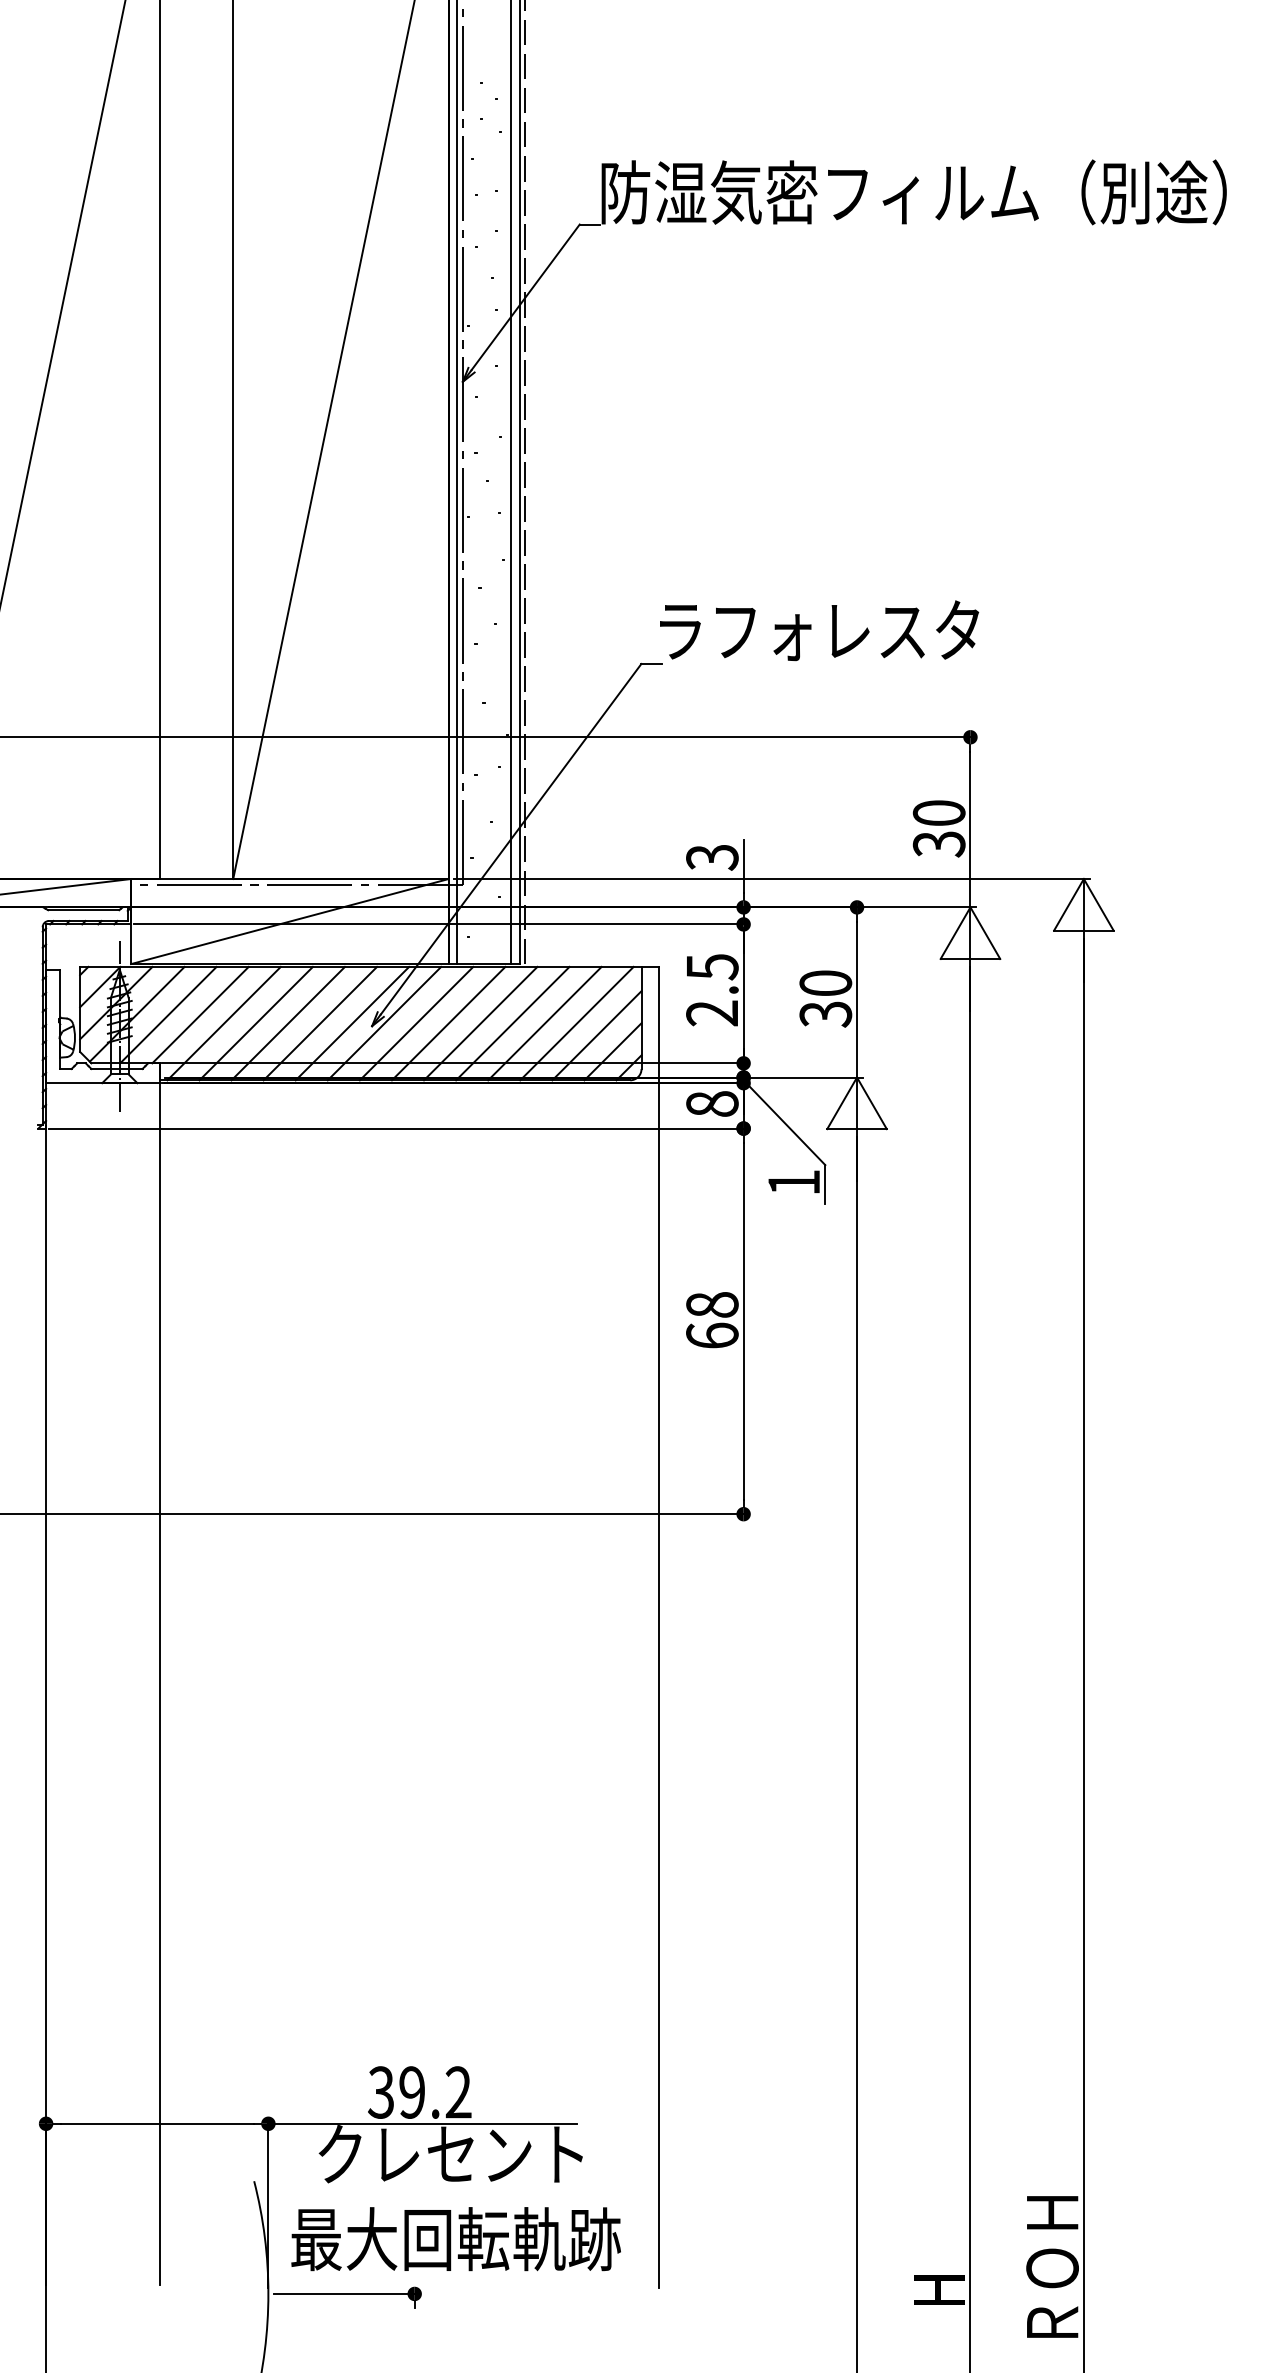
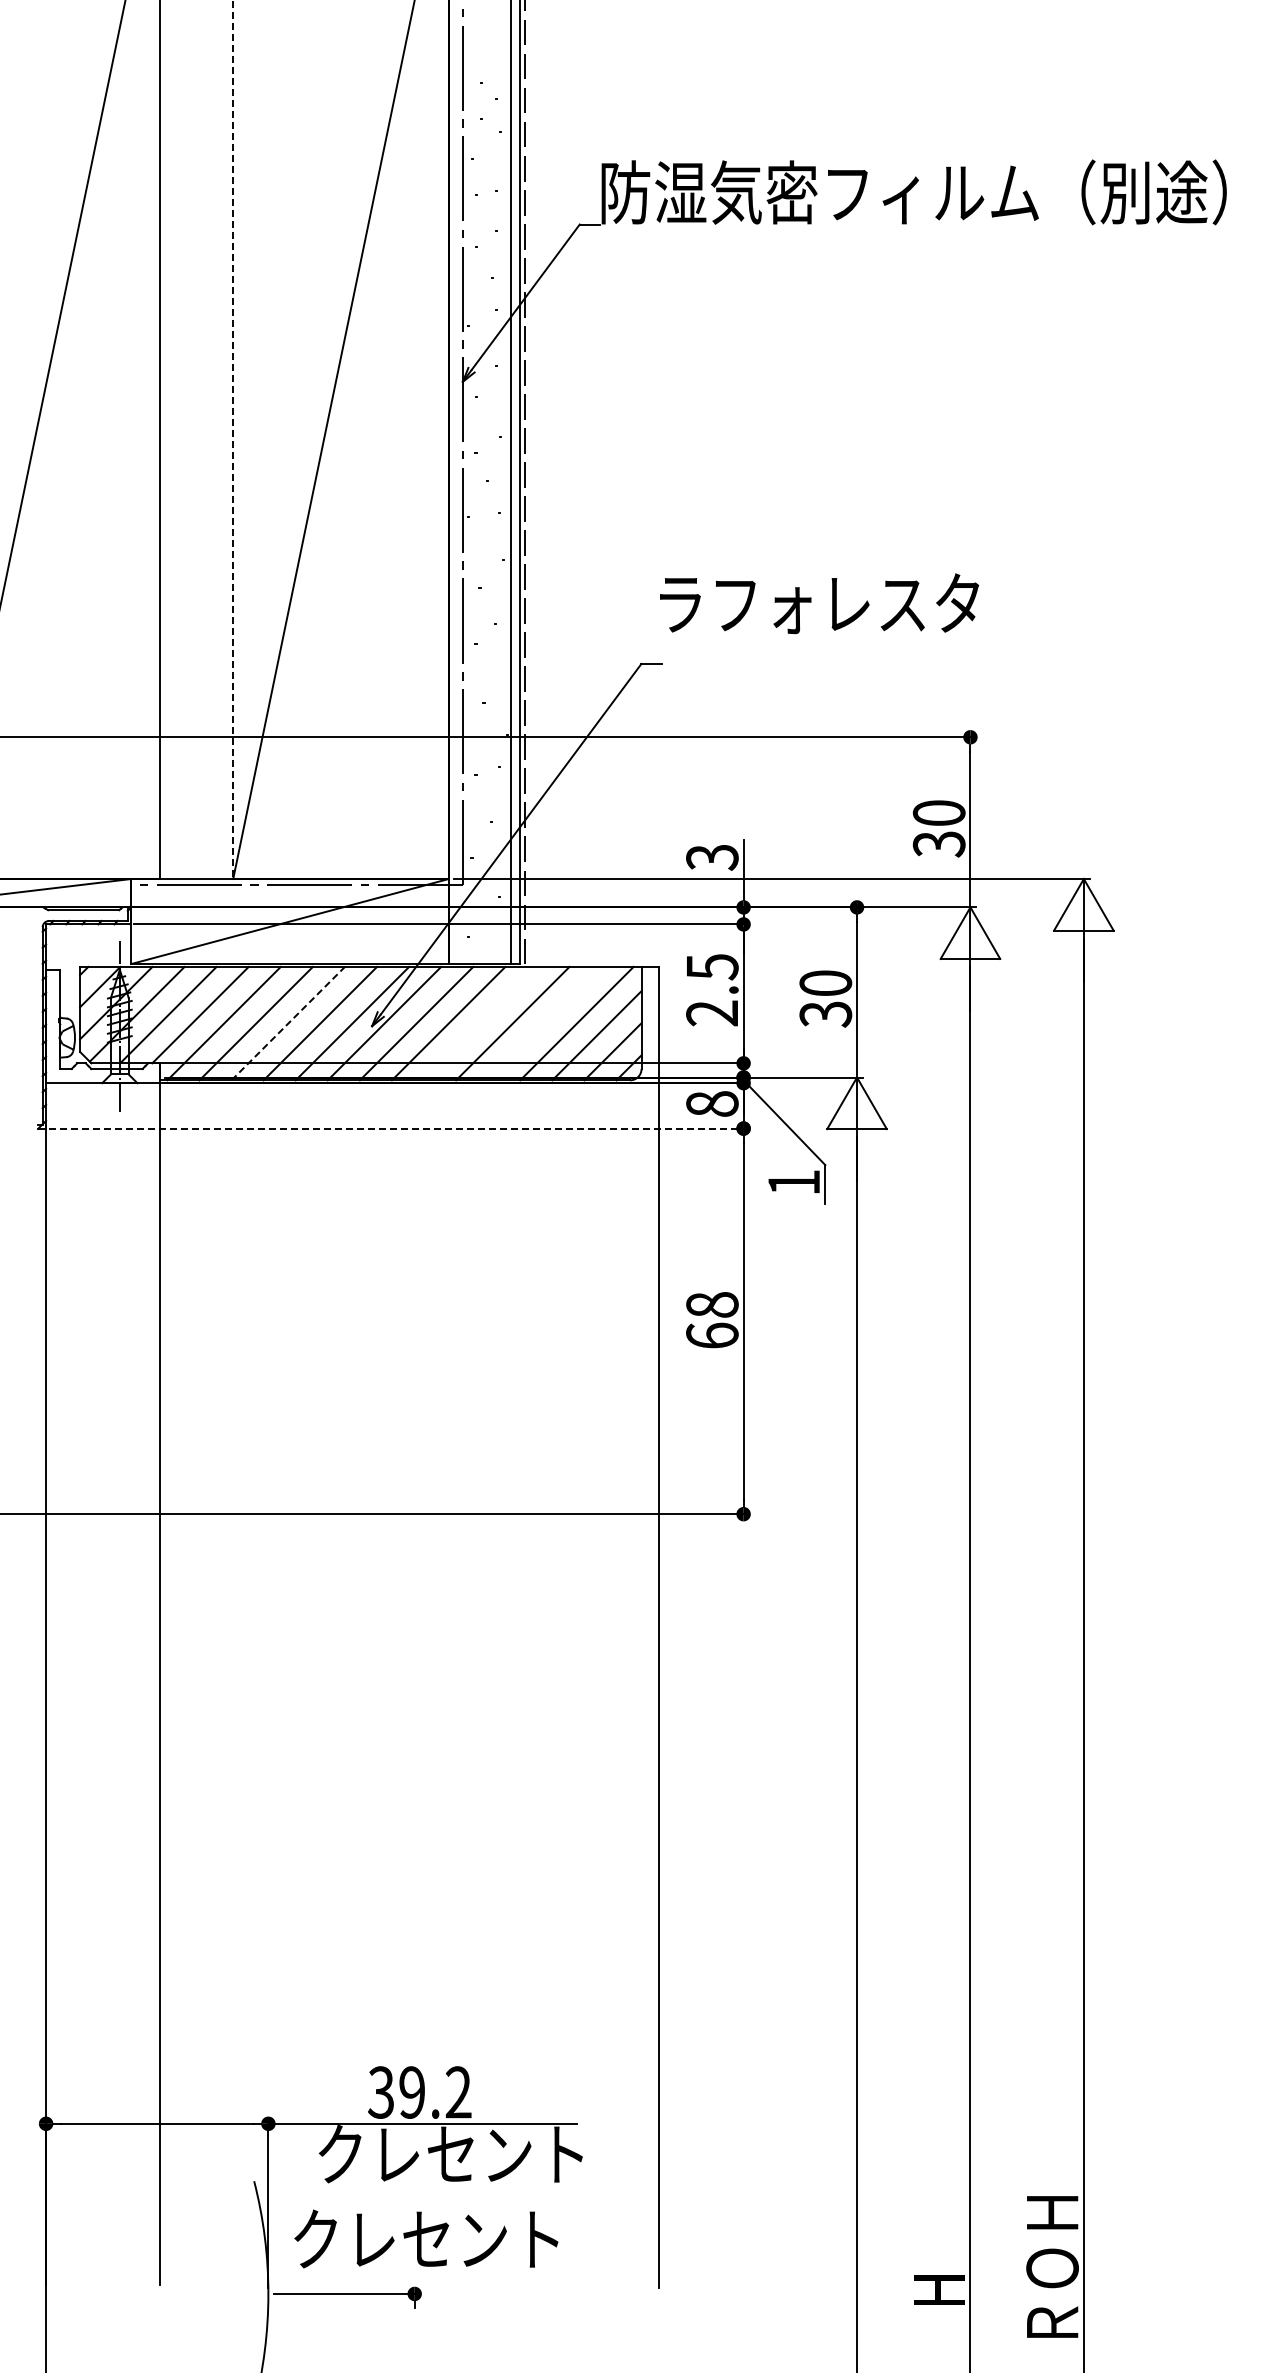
line at (233, 440): solid -> dashed
line at (457, 483): present -> none
text at (819, 630) position: (819, 630) -> (819, 603)
line at (288, 1023): solid -> dashed
line at (480, 1023): present -> none
line at (544, 1023): present -> none
line at (399, 1128): solid -> dashed
text at (455, 2239): 最大回転軌跡 -> クレセント
